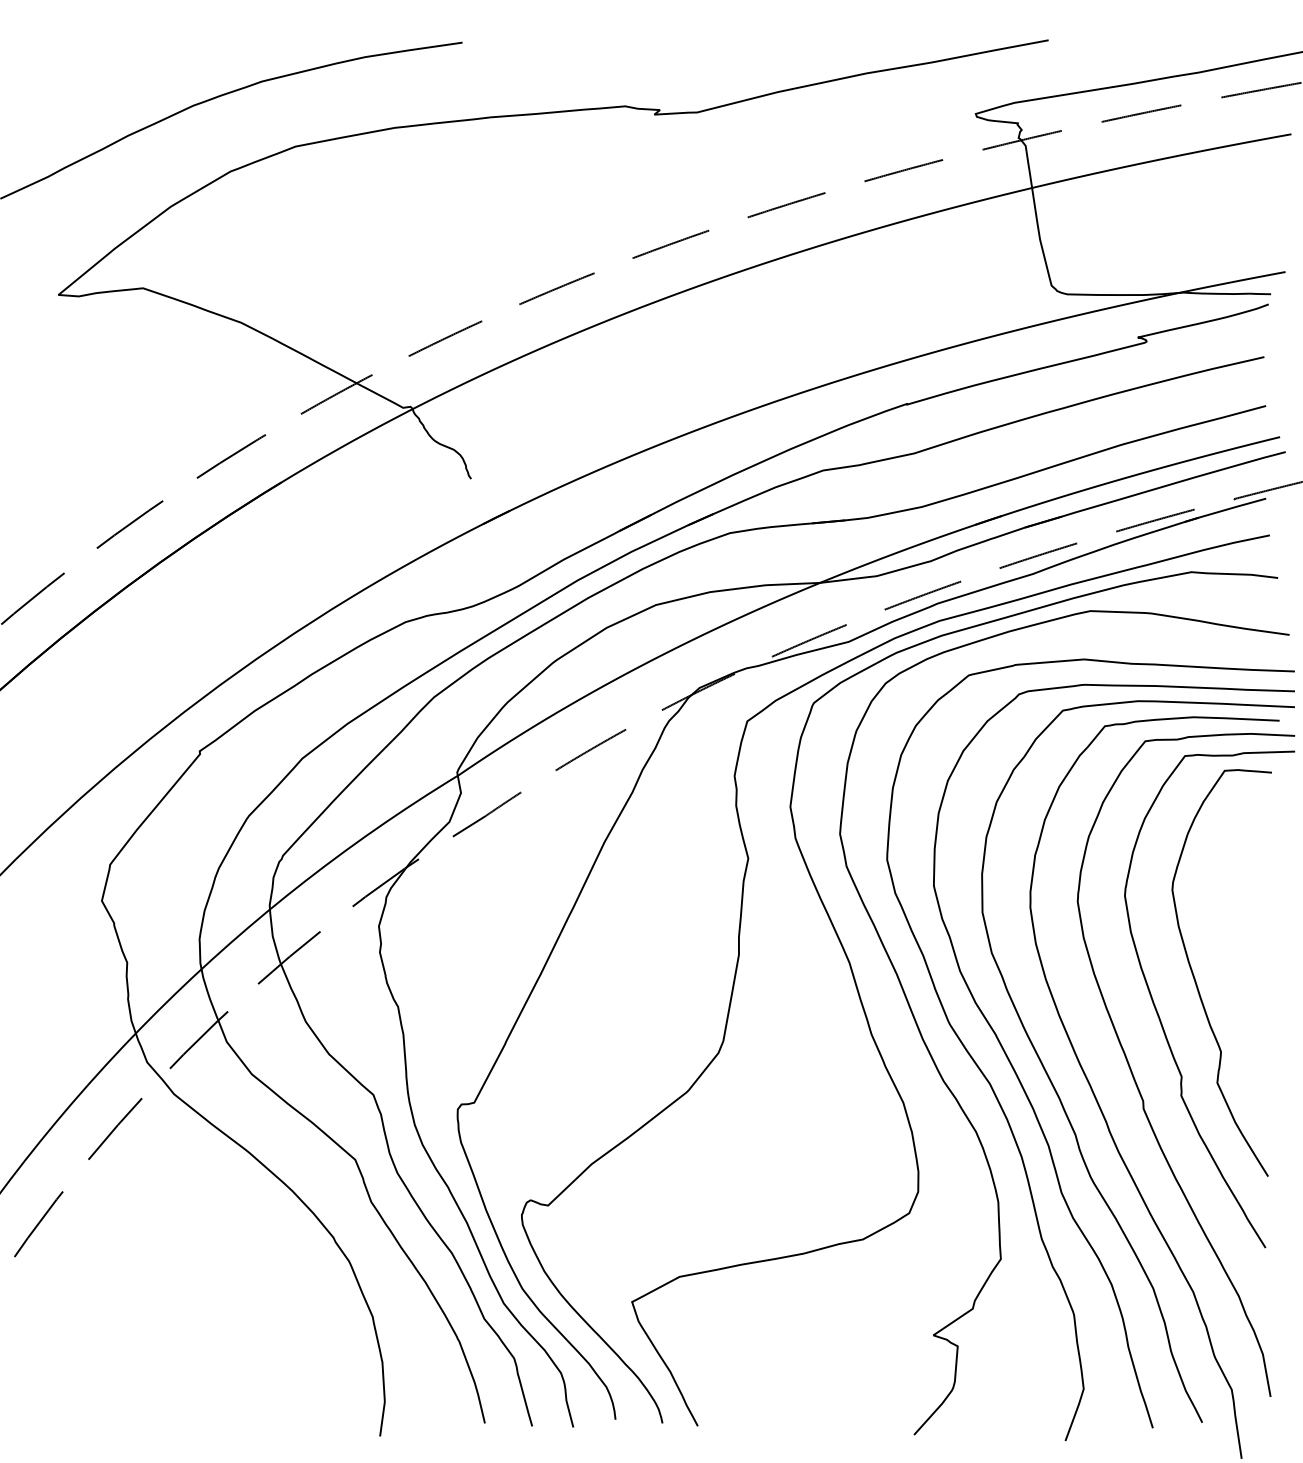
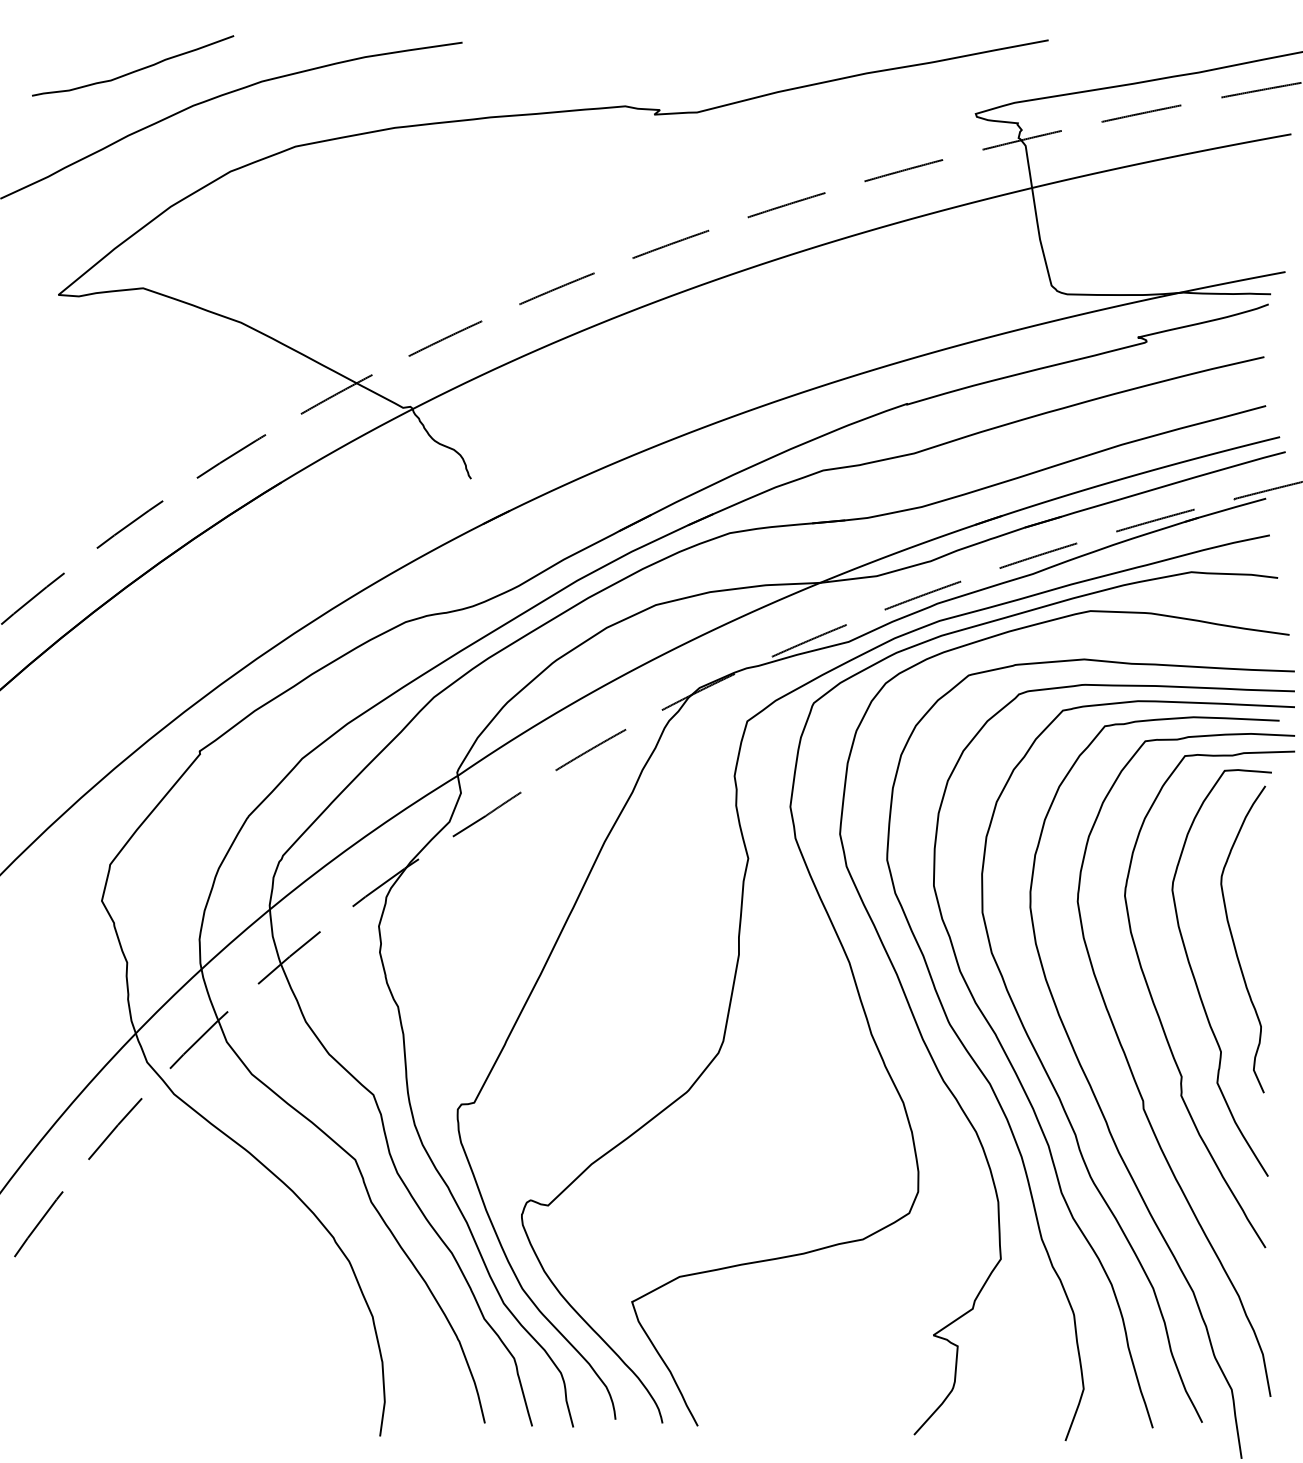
curve at (134, 70): none -> present
curve at (1234, 941): none -> present
